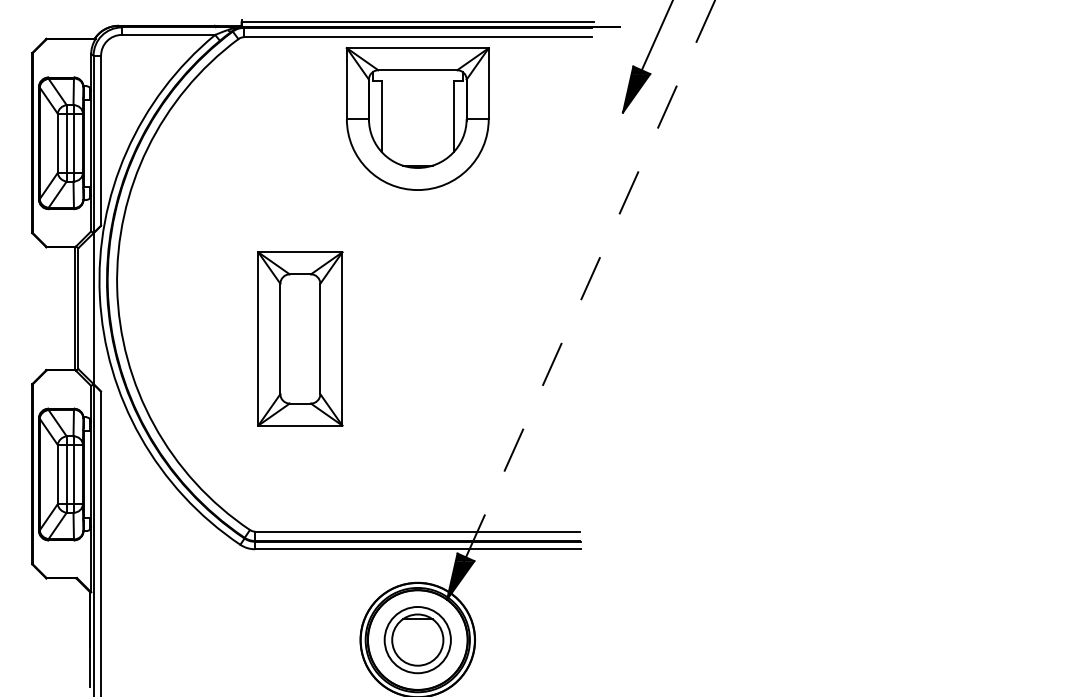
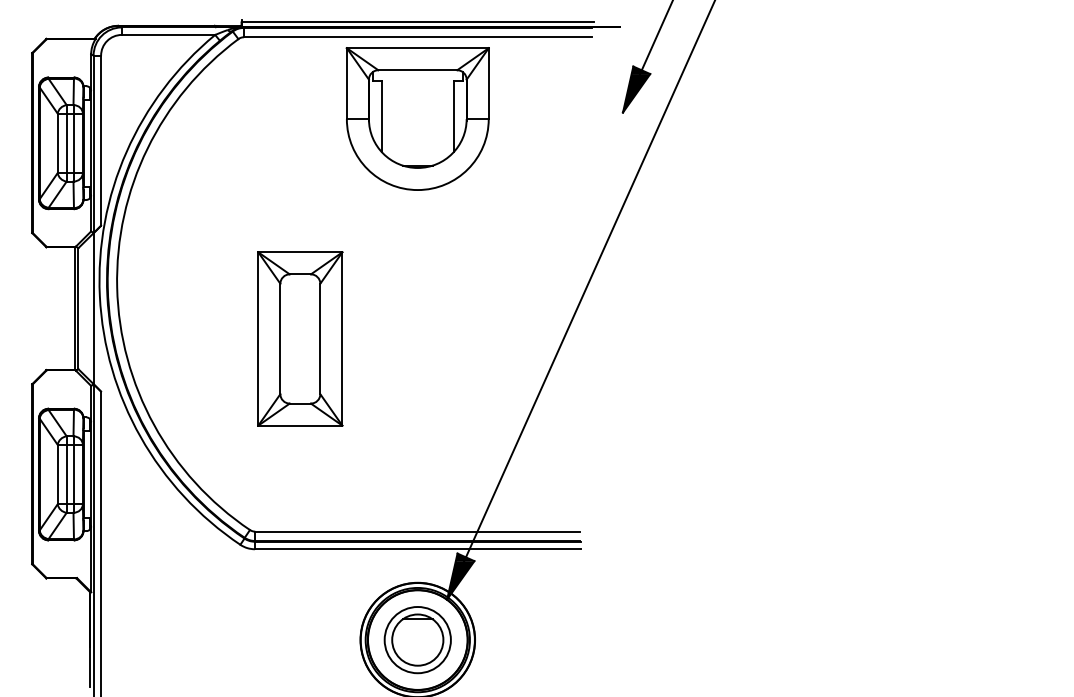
line at (590, 279): dashed -> solid
